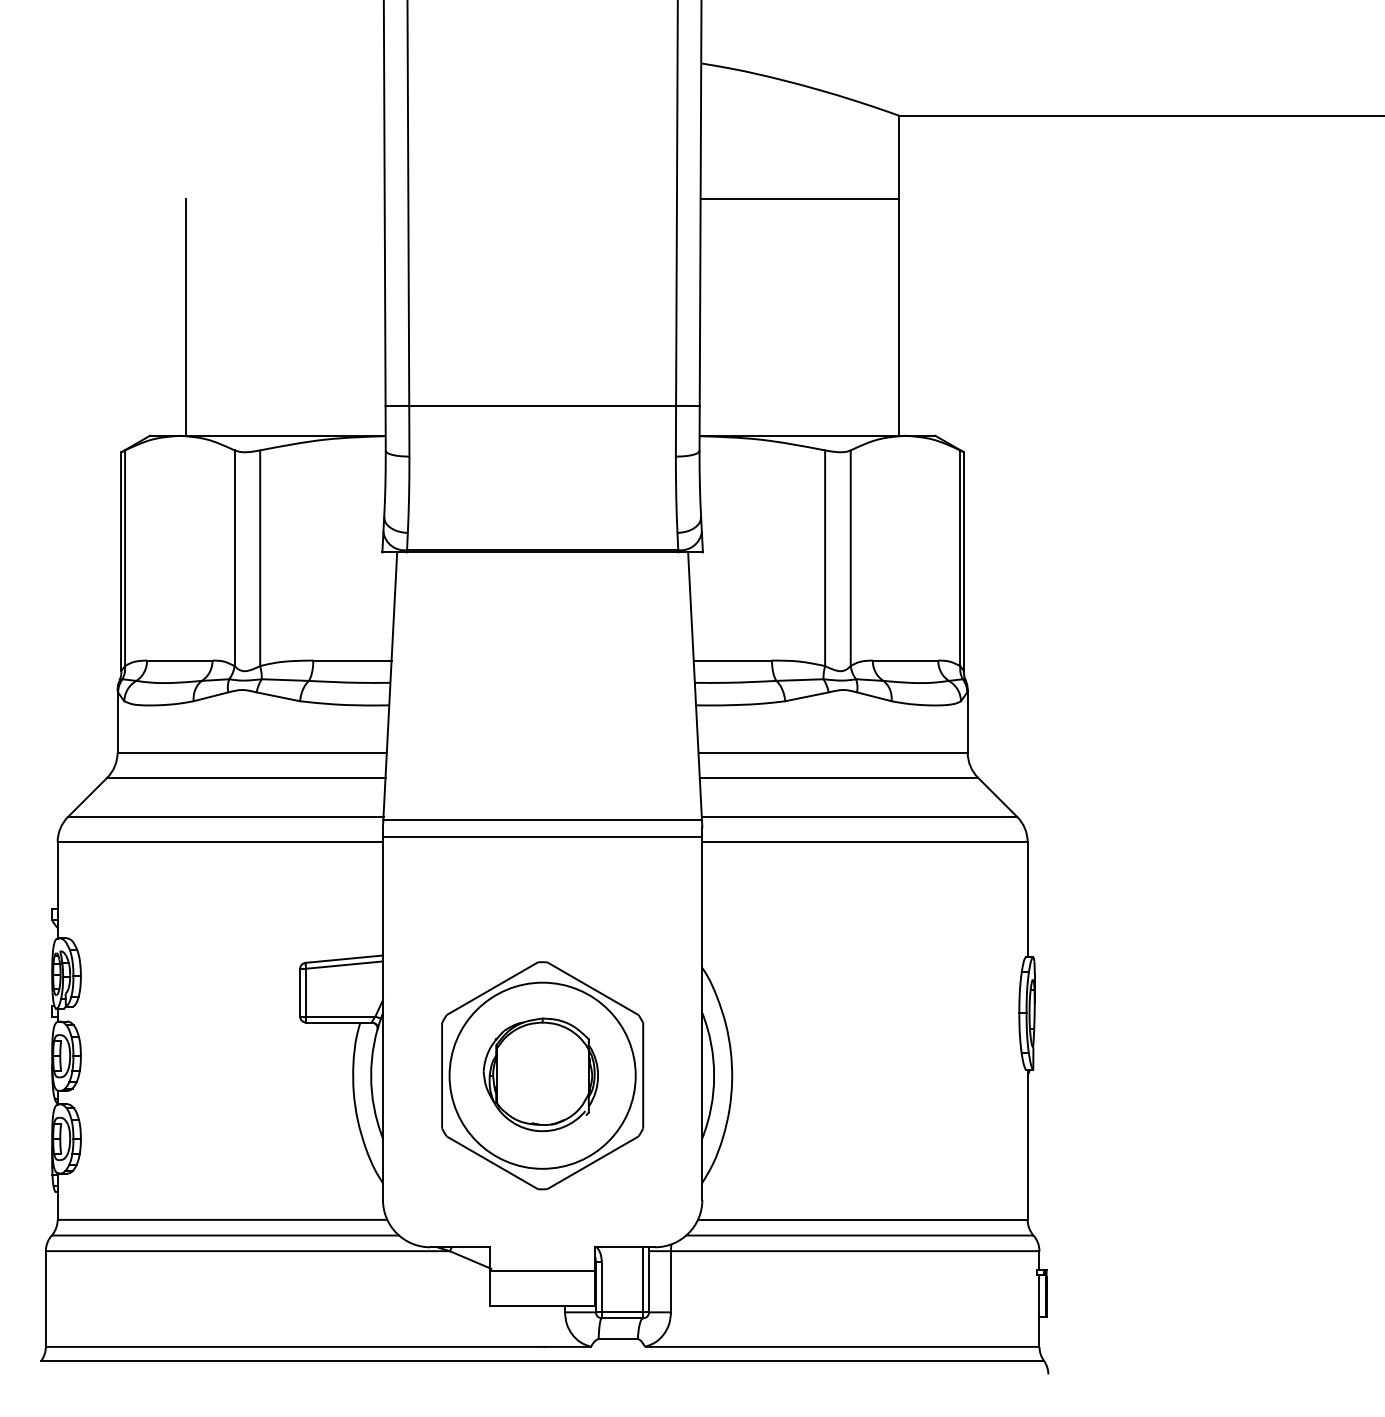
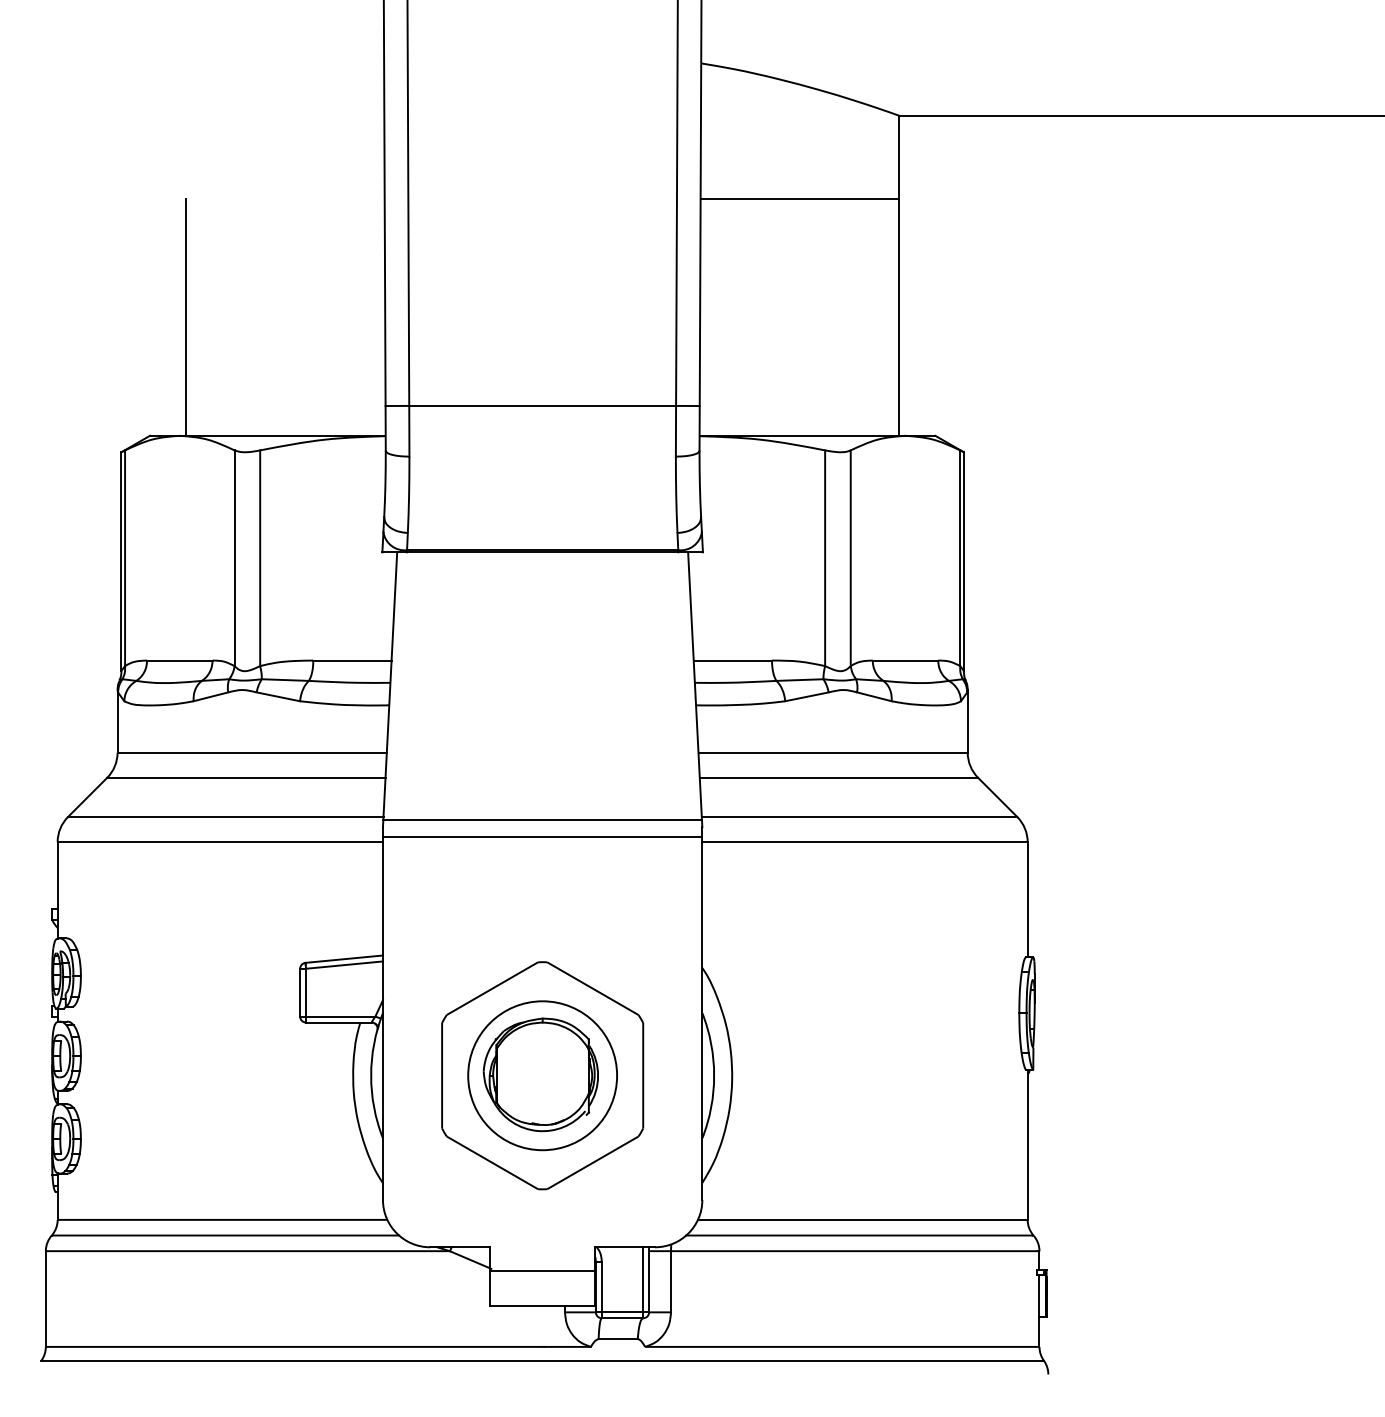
circle at (542, 1075) diameter: 186 px -> 149 px
